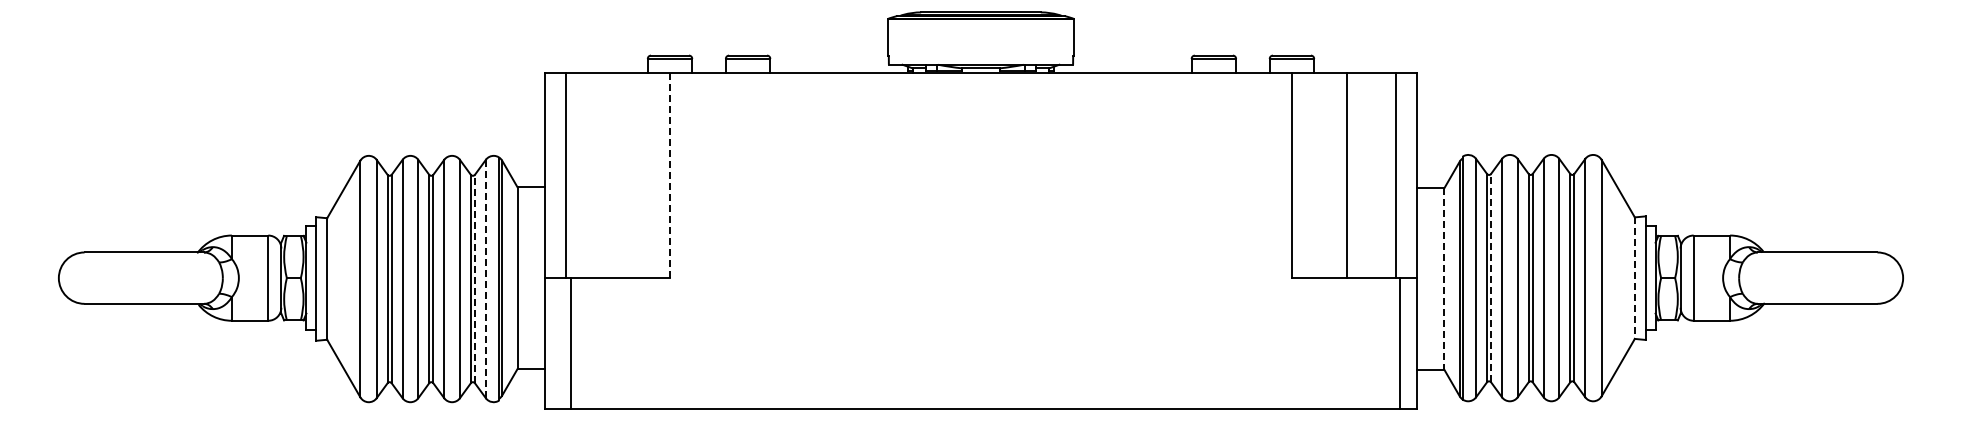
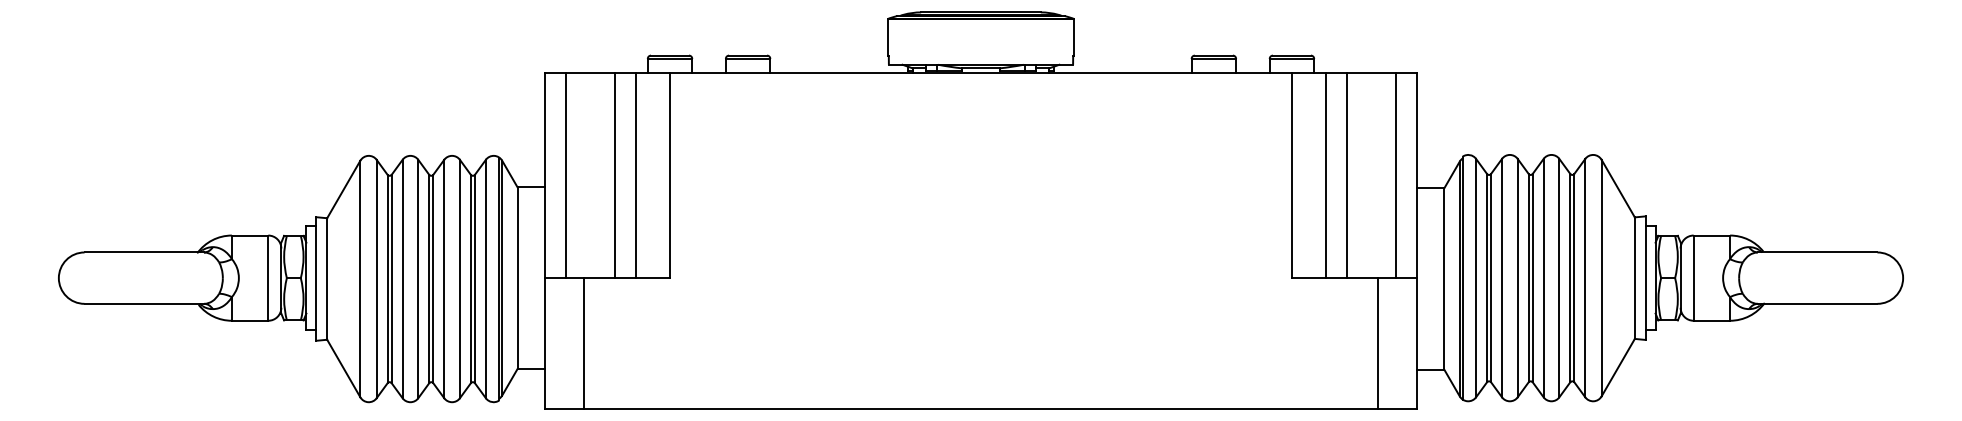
line at (615, 175): none -> present
line at (636, 175): none -> present
line at (670, 175): dashed -> solid
line at (1325, 175): none -> present
line at (1491, 277): dashed -> solid
line at (475, 278): dashed -> solid
line at (1634, 278): dashed -> solid
line at (485, 279): dashed -> solid
line at (1444, 279): dashed -> solid
line at (571, 343) position: (571, 343) -> (584, 343)
line at (1399, 343) position: (1399, 343) -> (1377, 343)
